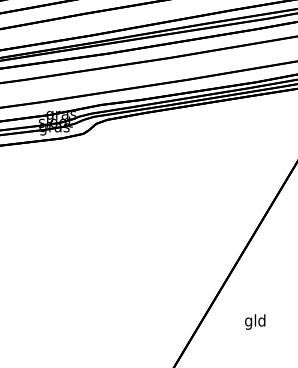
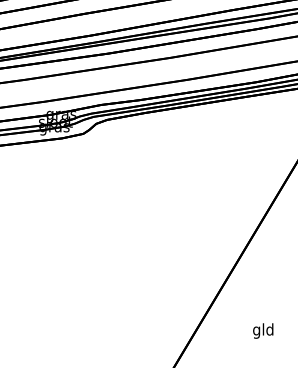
text at (255, 321) position: (255, 321) -> (263, 330)
